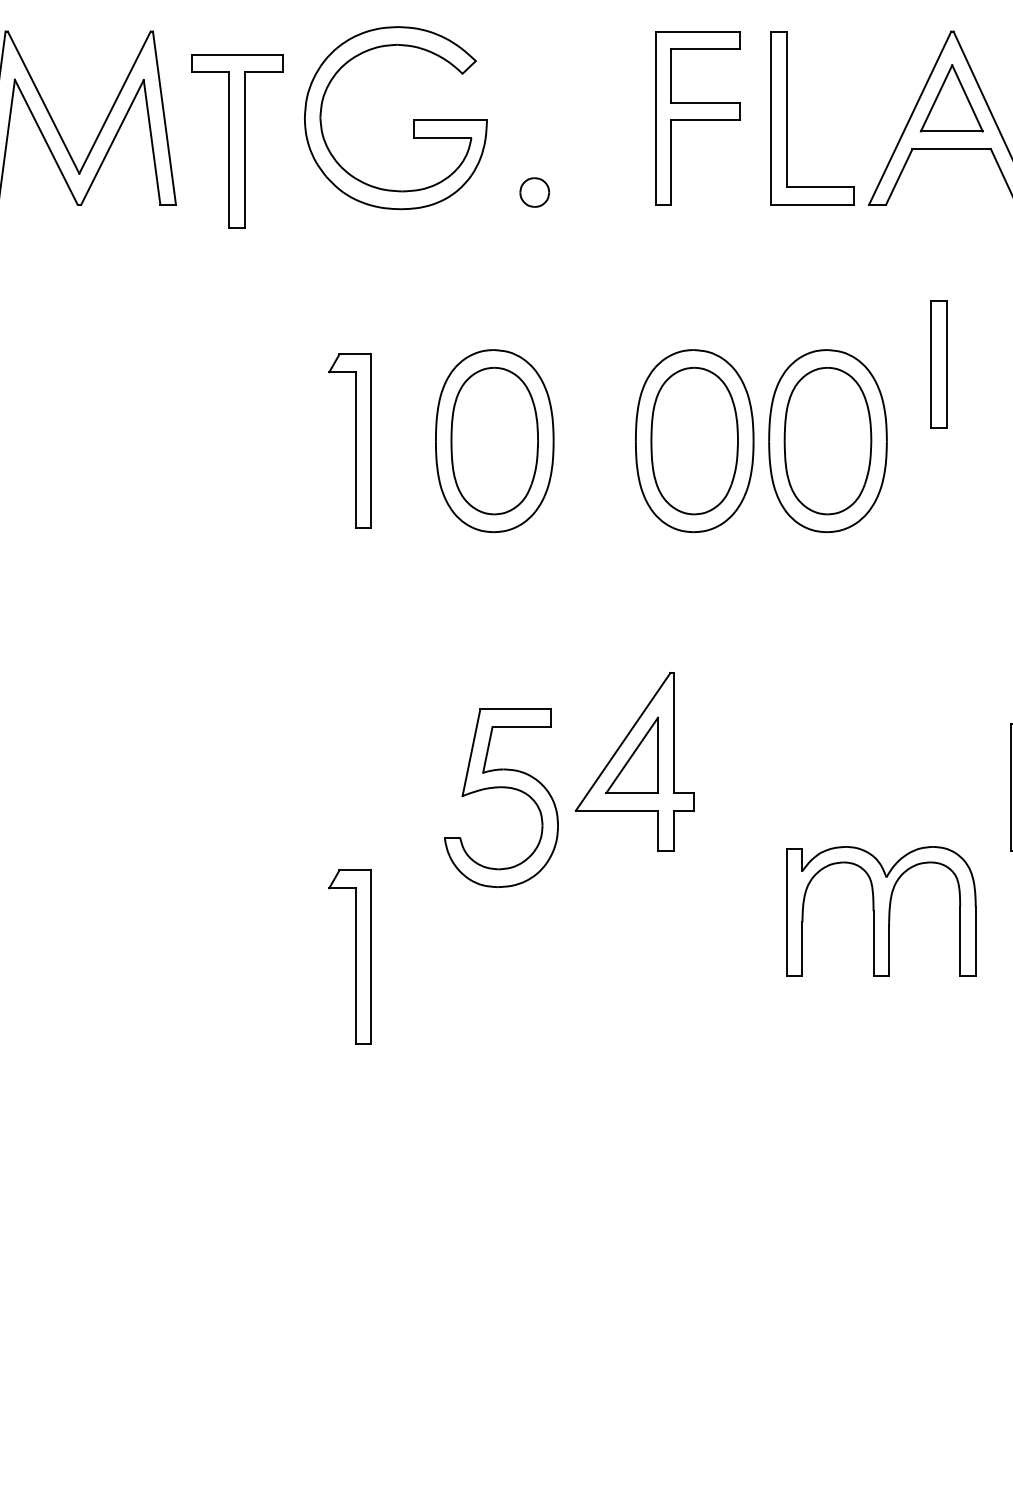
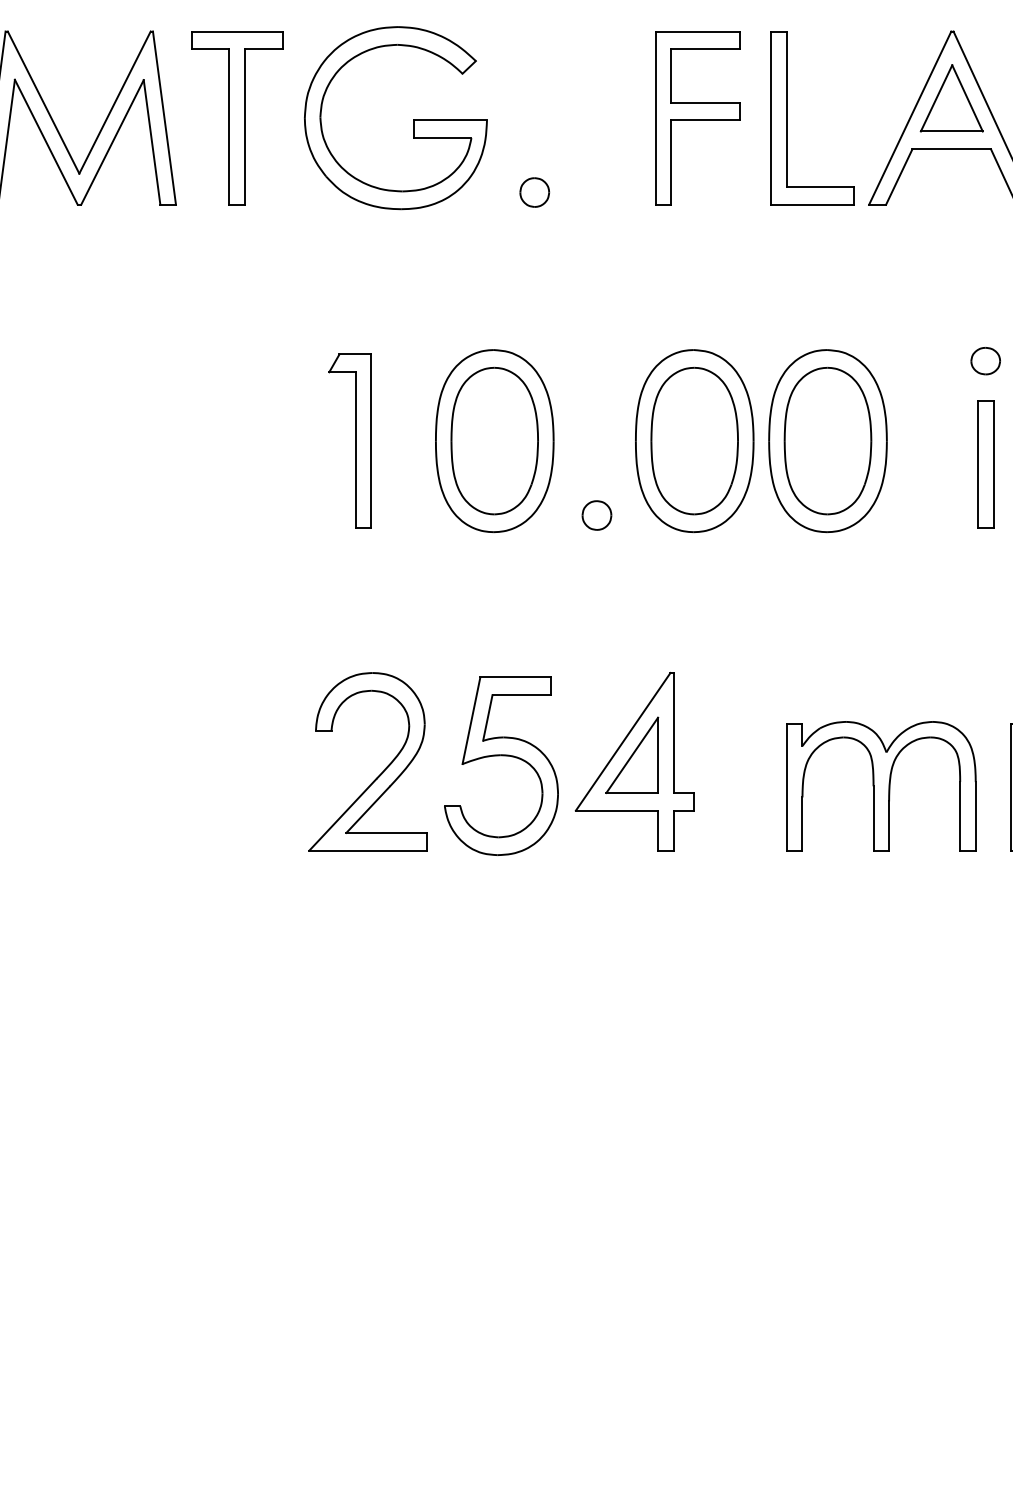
part at (237, 141) position: (237, 141) -> (237, 118)
part at (985, 361): none -> present
part at (938, 364) position: (938, 364) -> (985, 464)
part at (596, 515): none -> present
part at (380, 773): none -> present
part at (501, 788) position: (501, 788) -> (501, 756)
part at (881, 911) position: (881, 911) -> (881, 786)
part at (349, 956): present -> none
